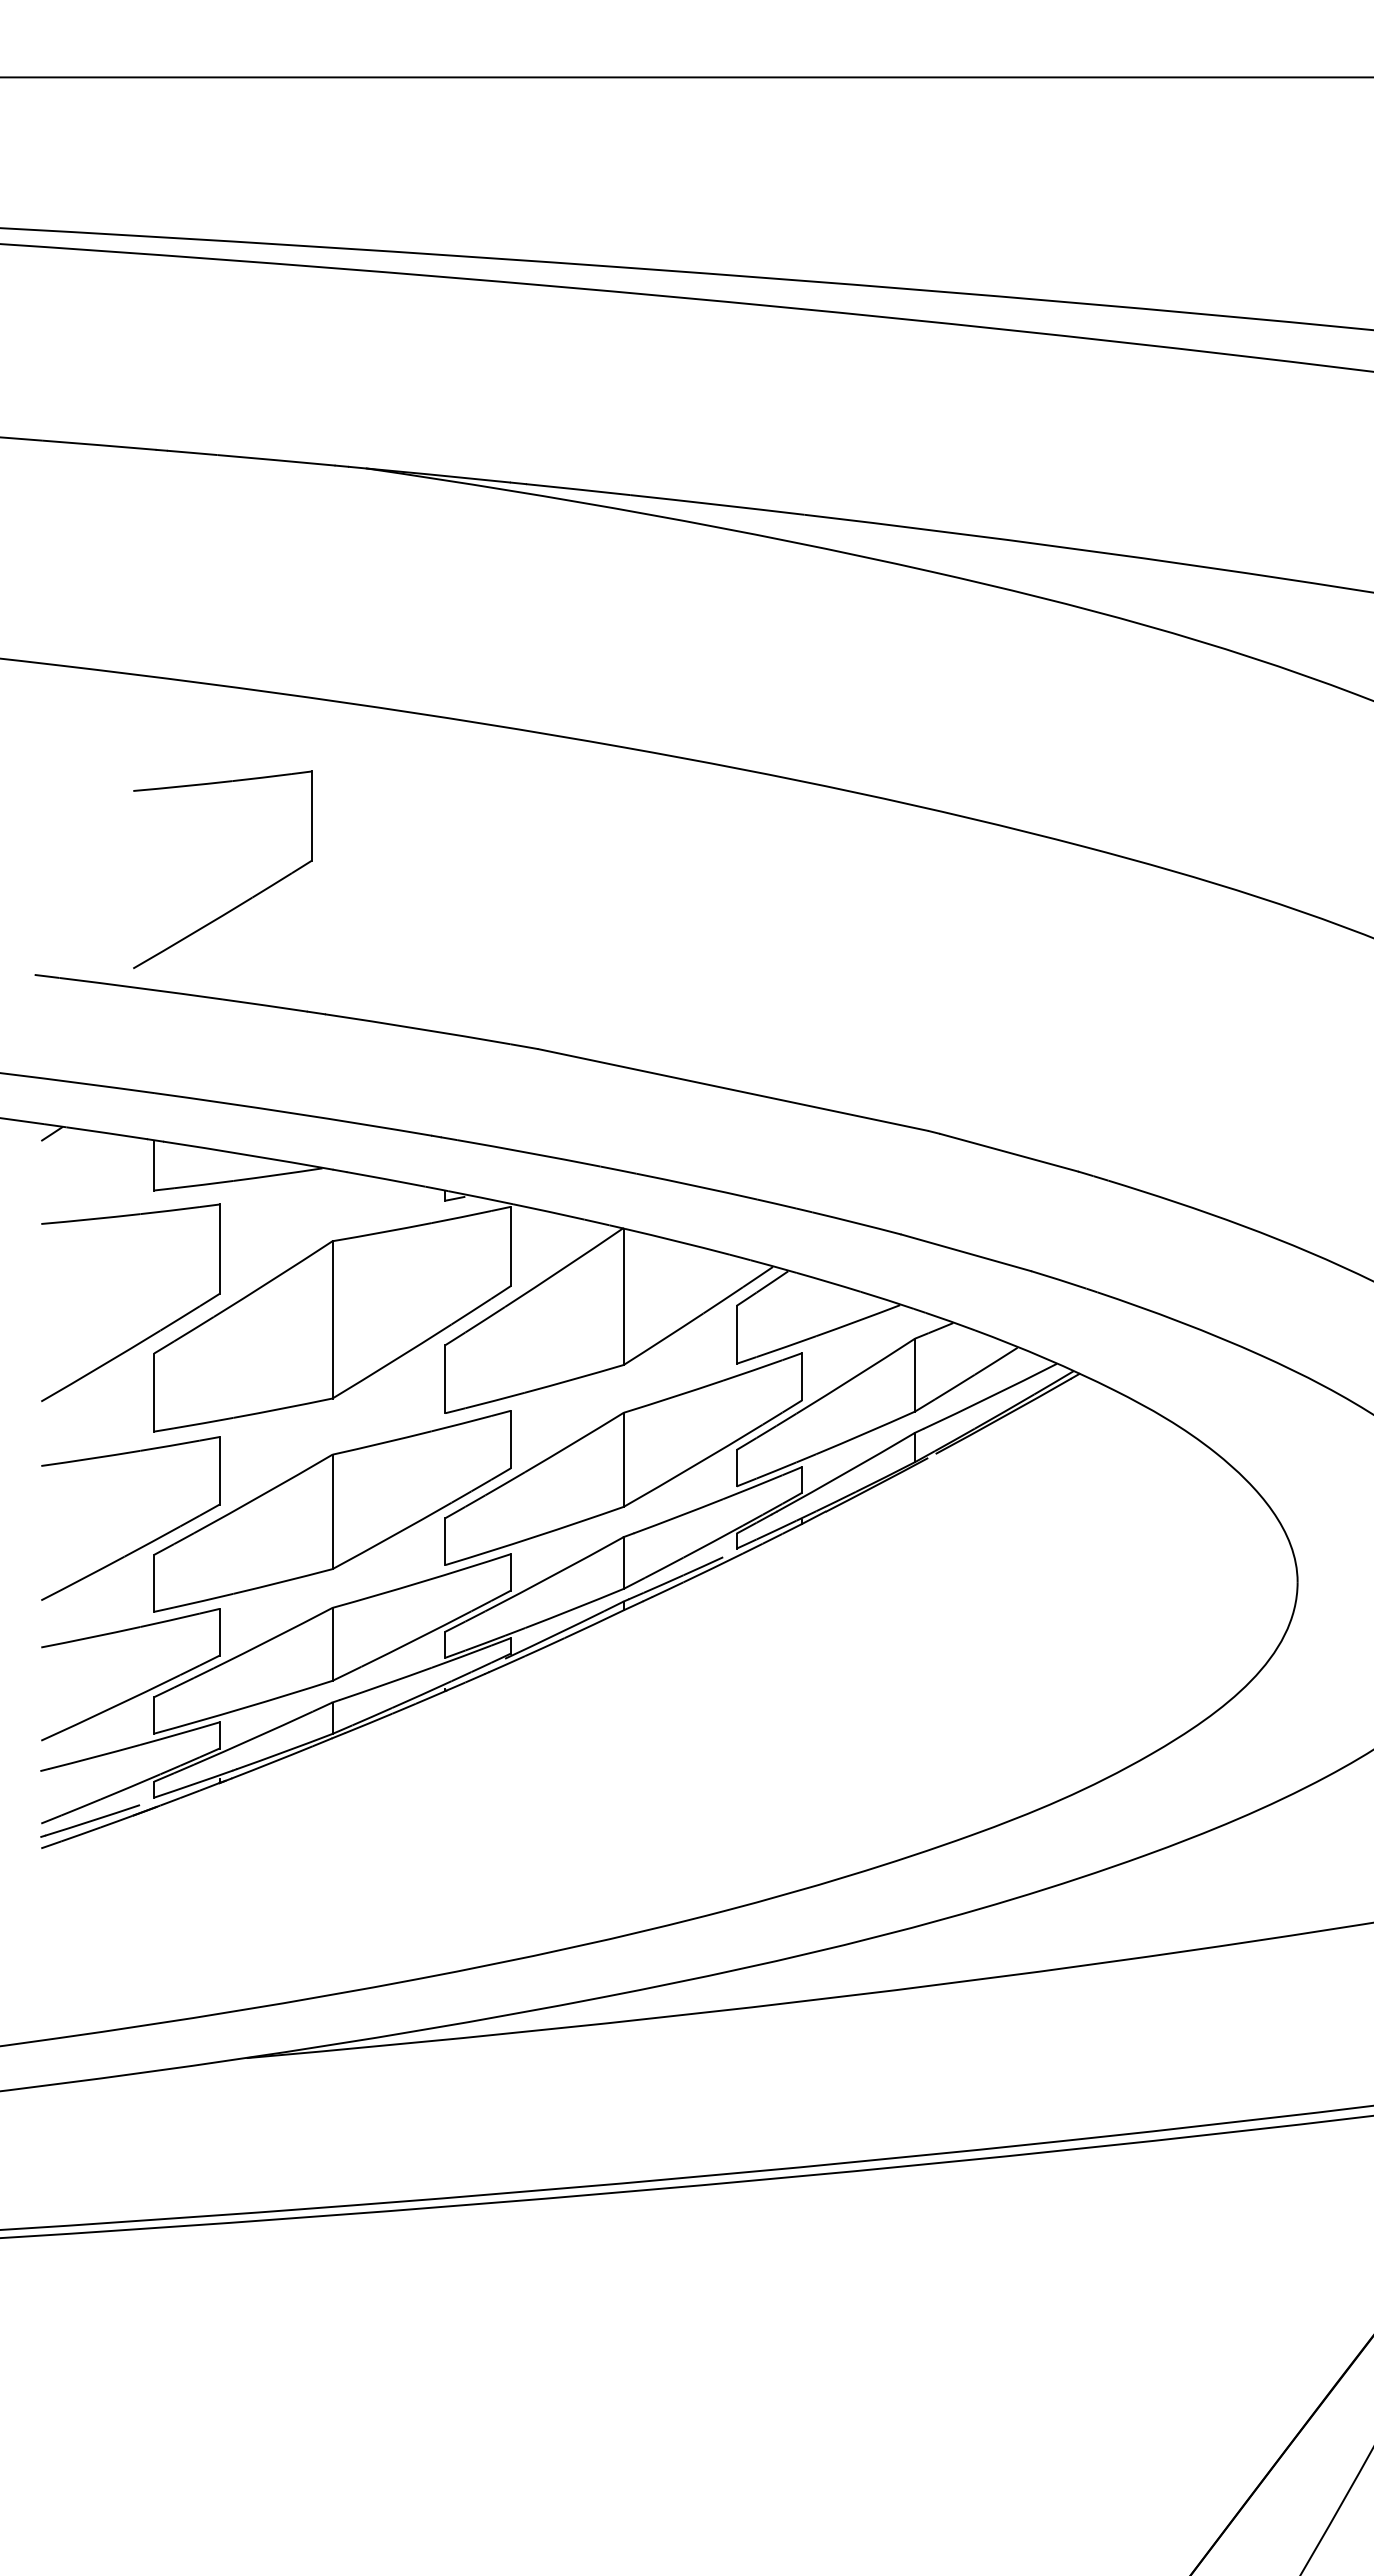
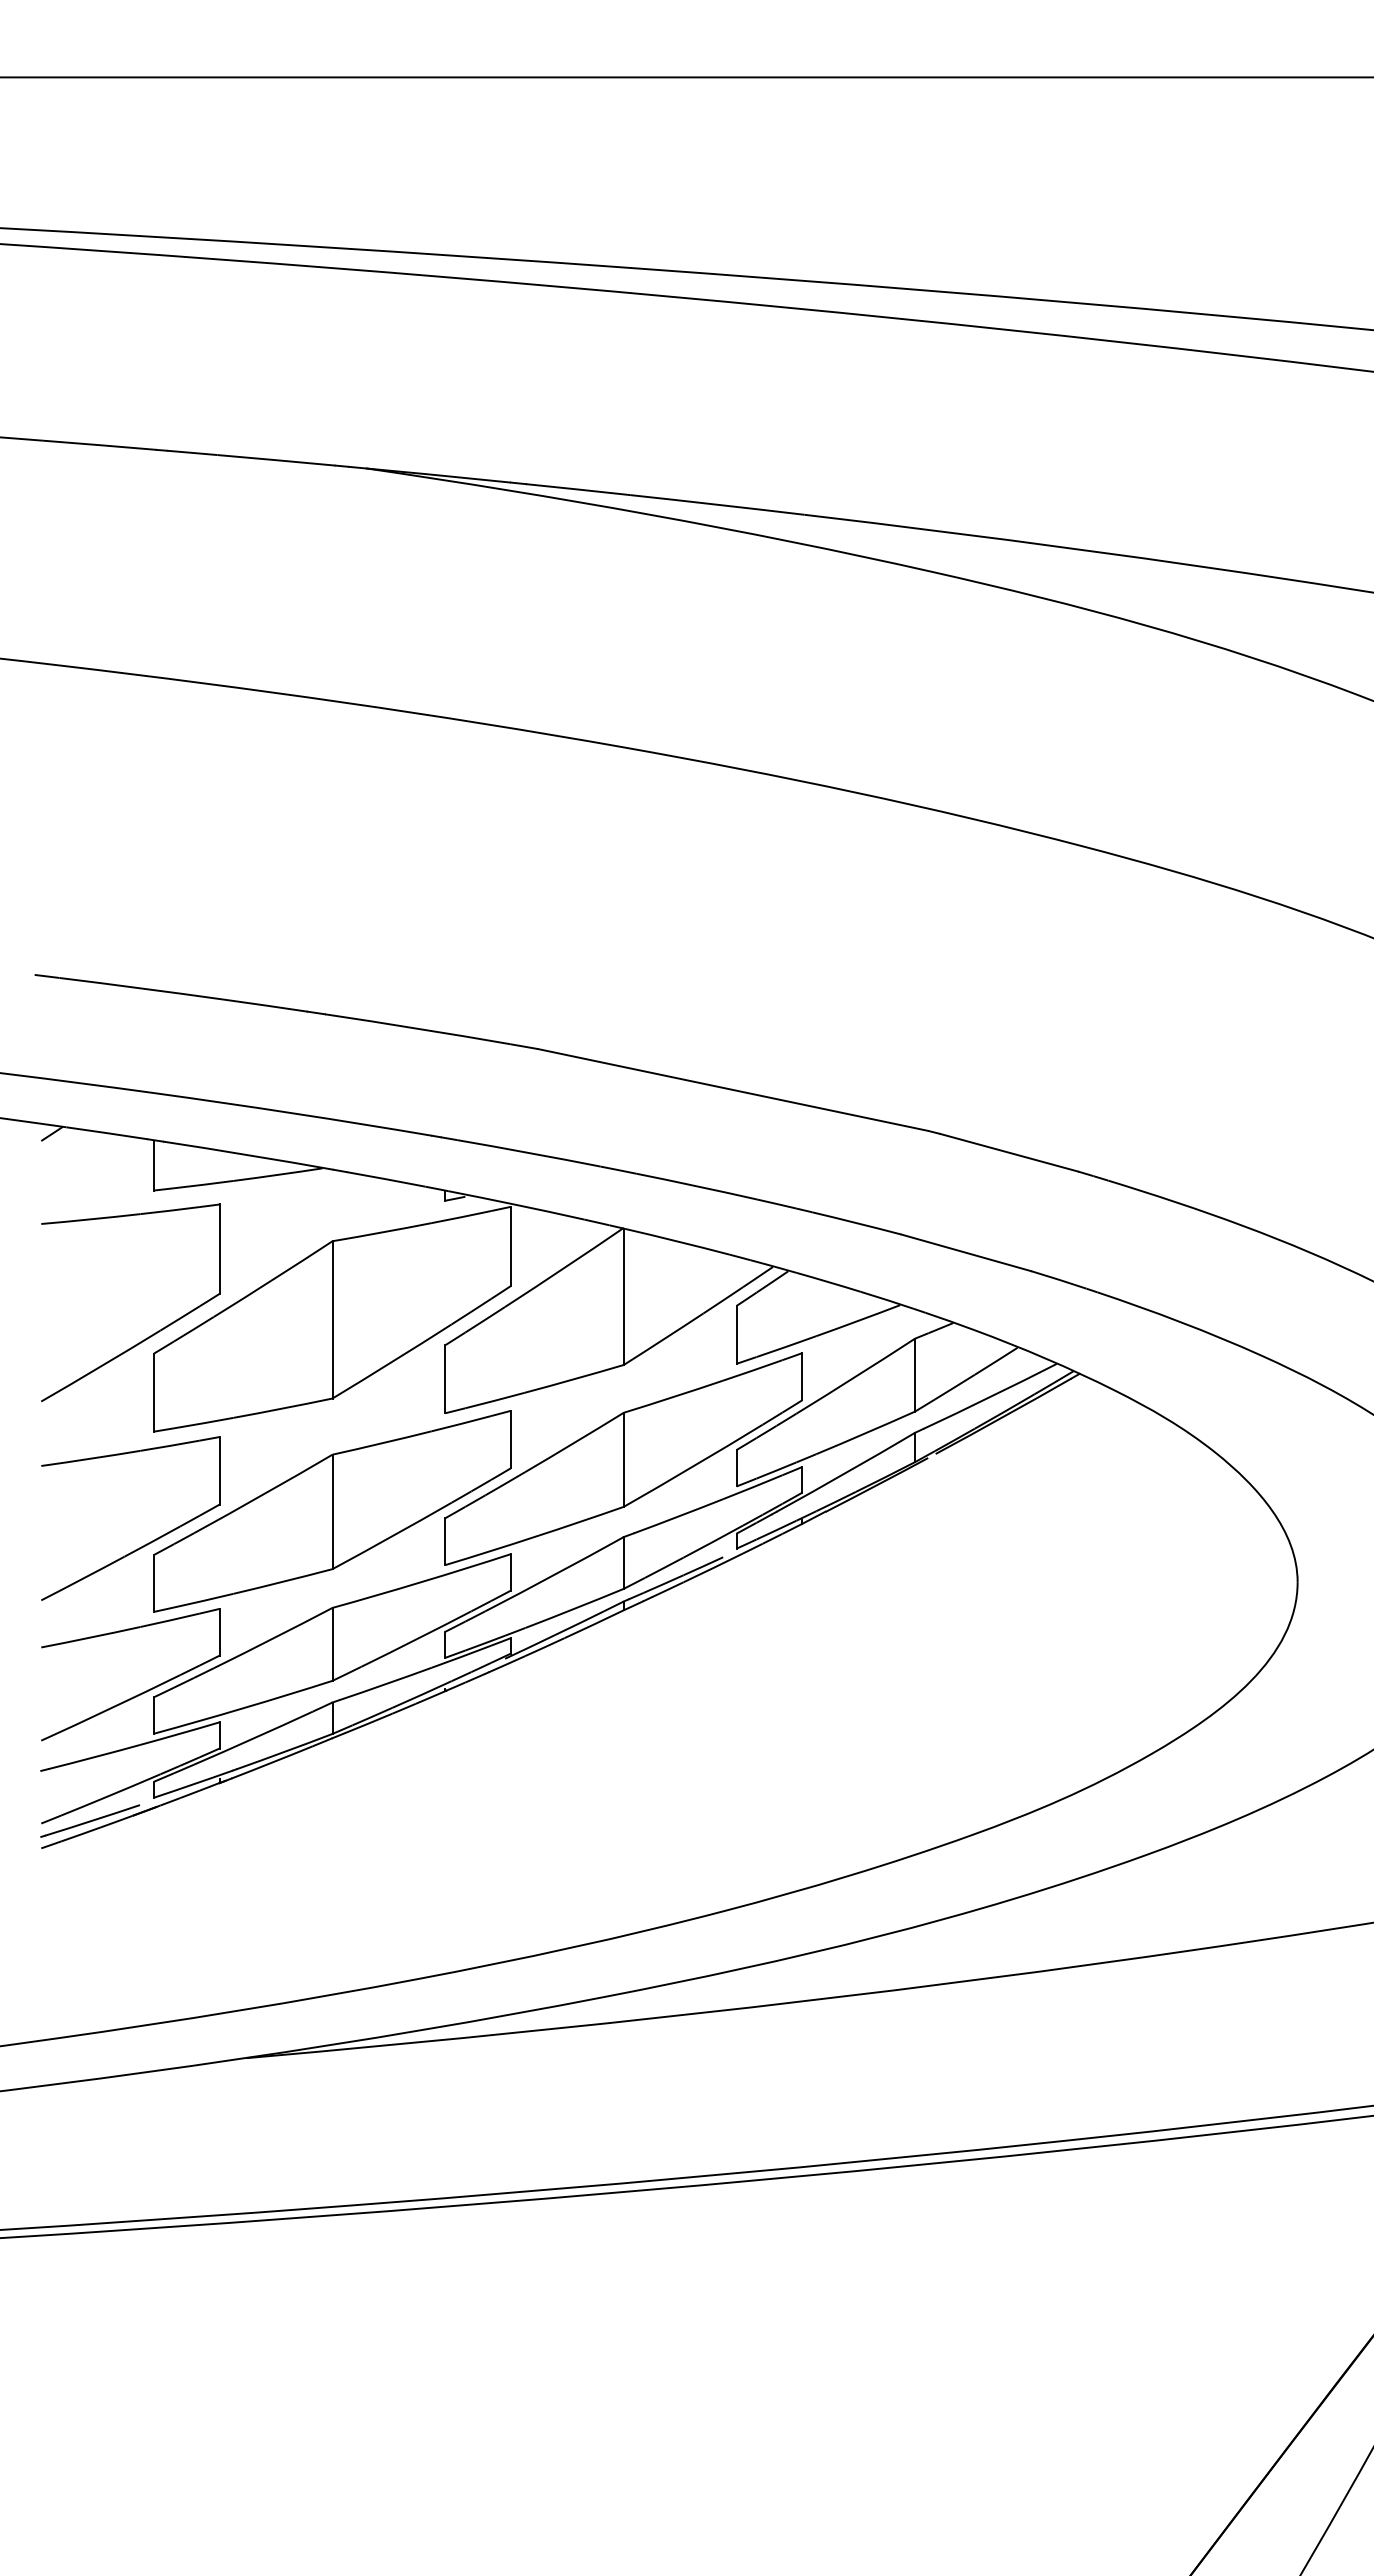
part at (243, 901): present -> none
